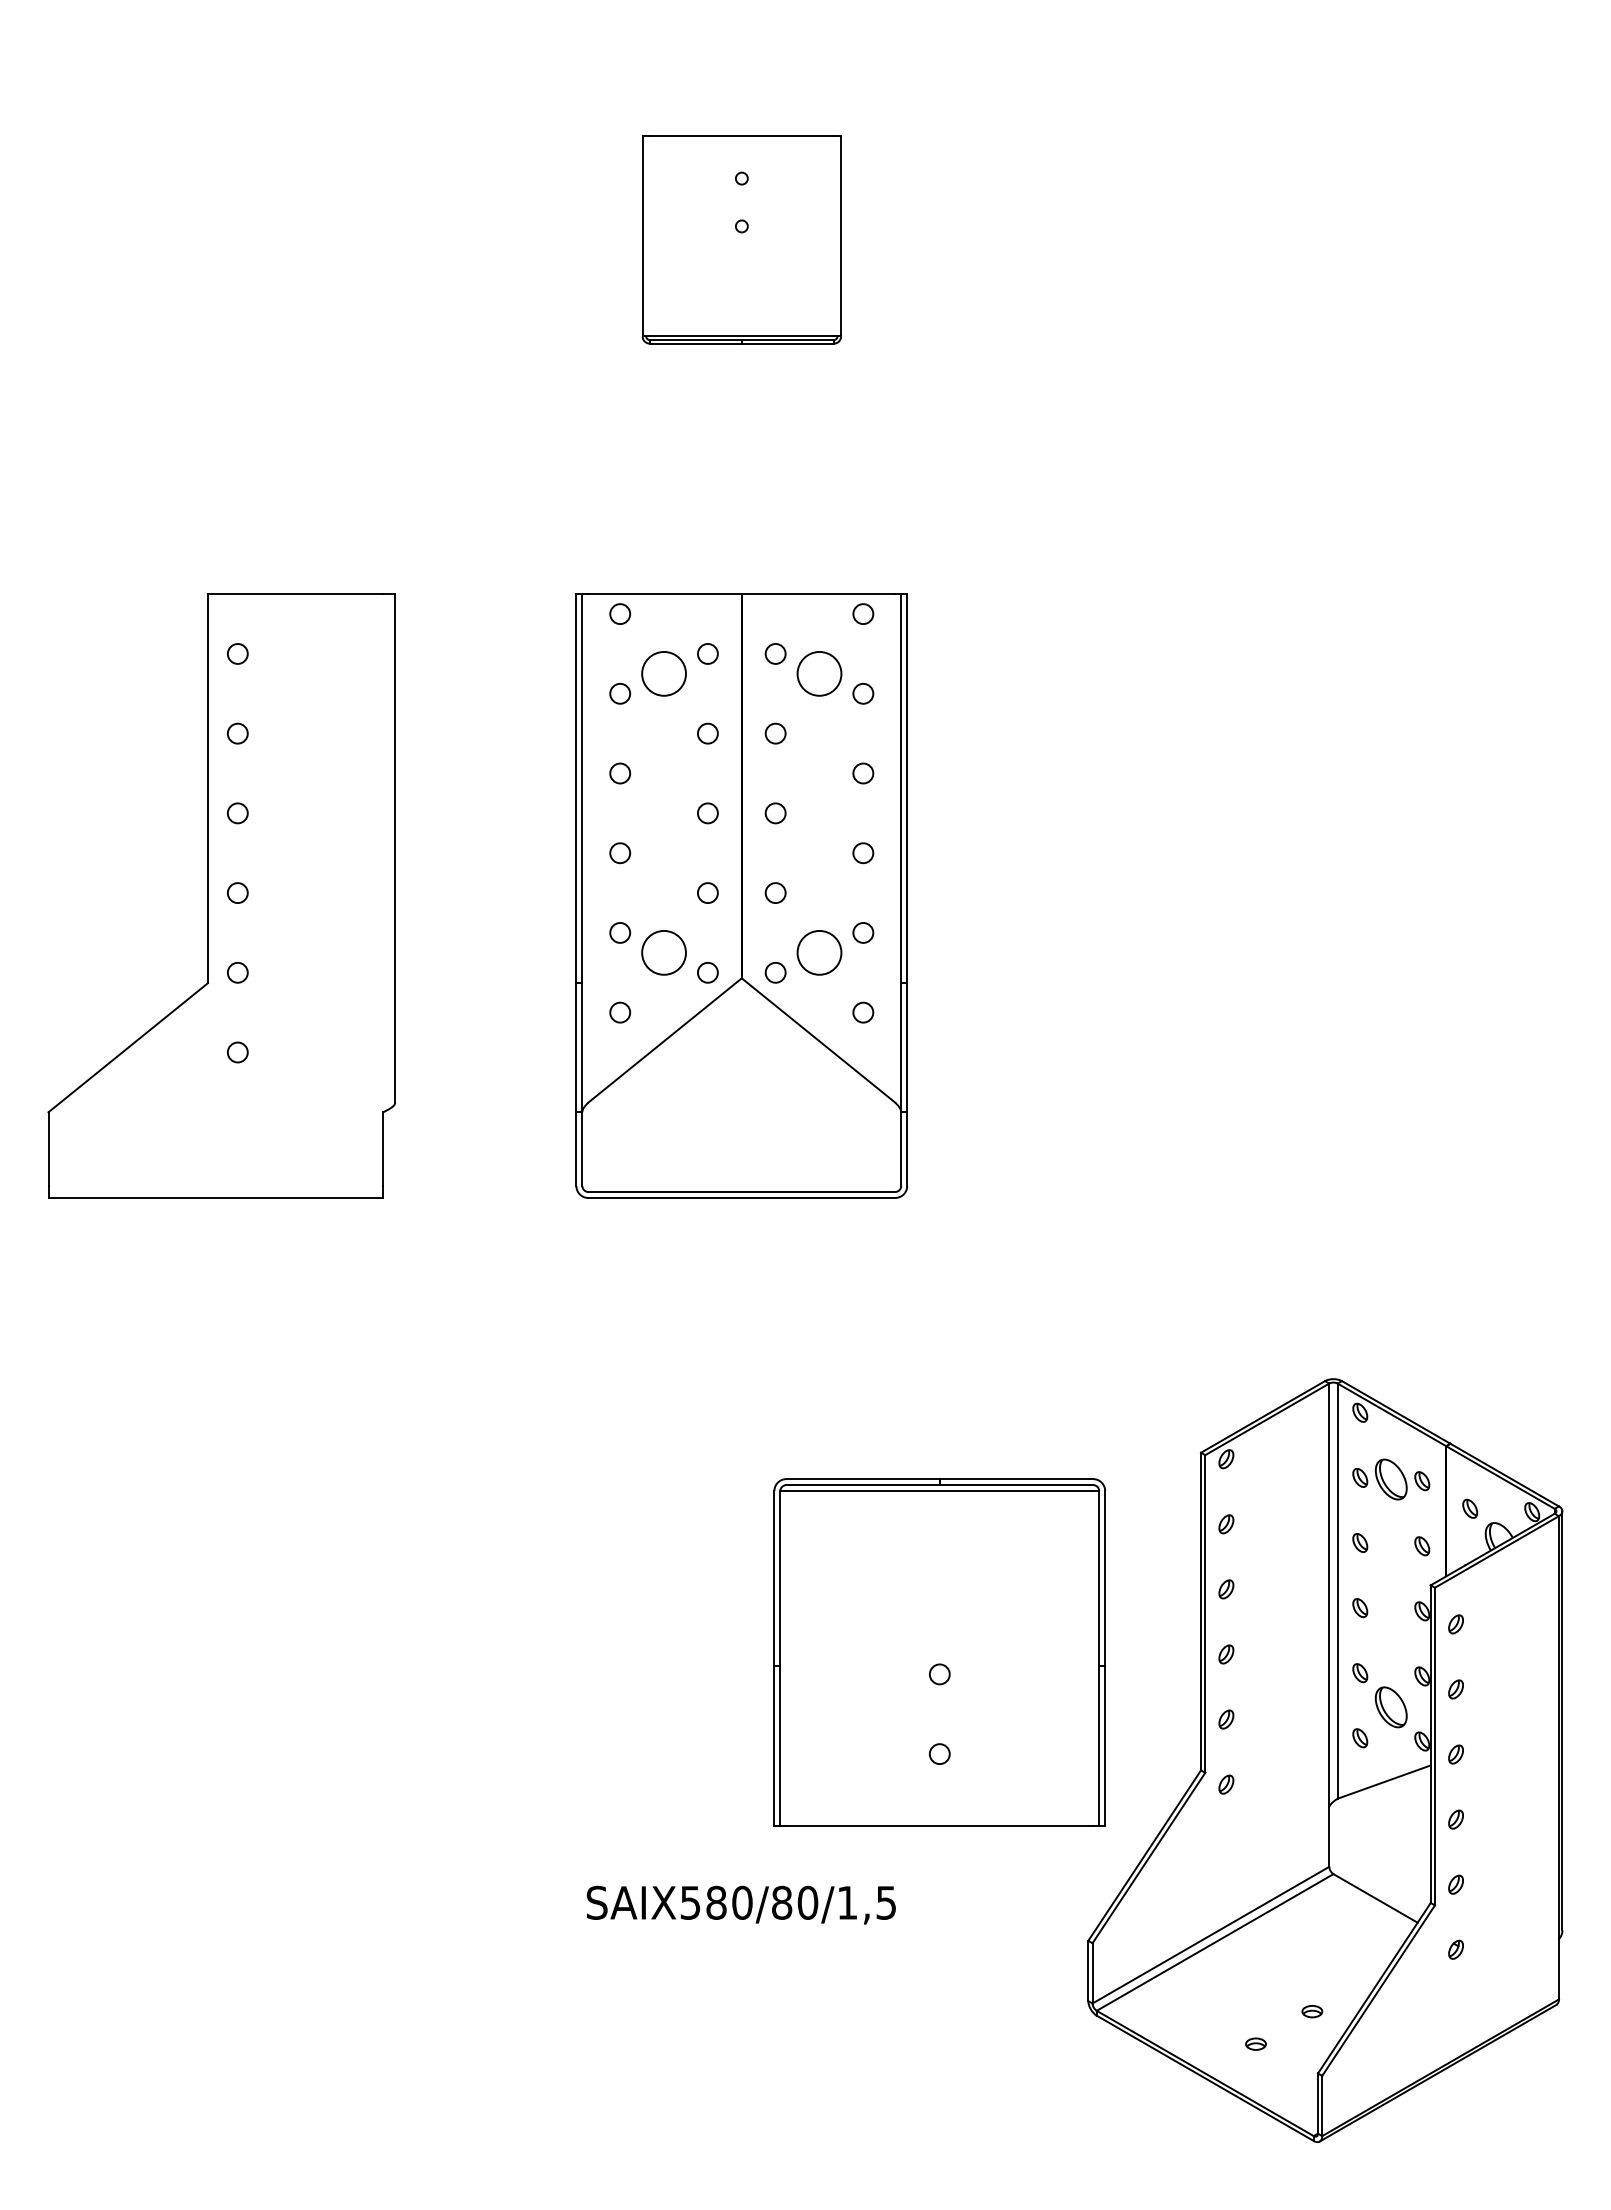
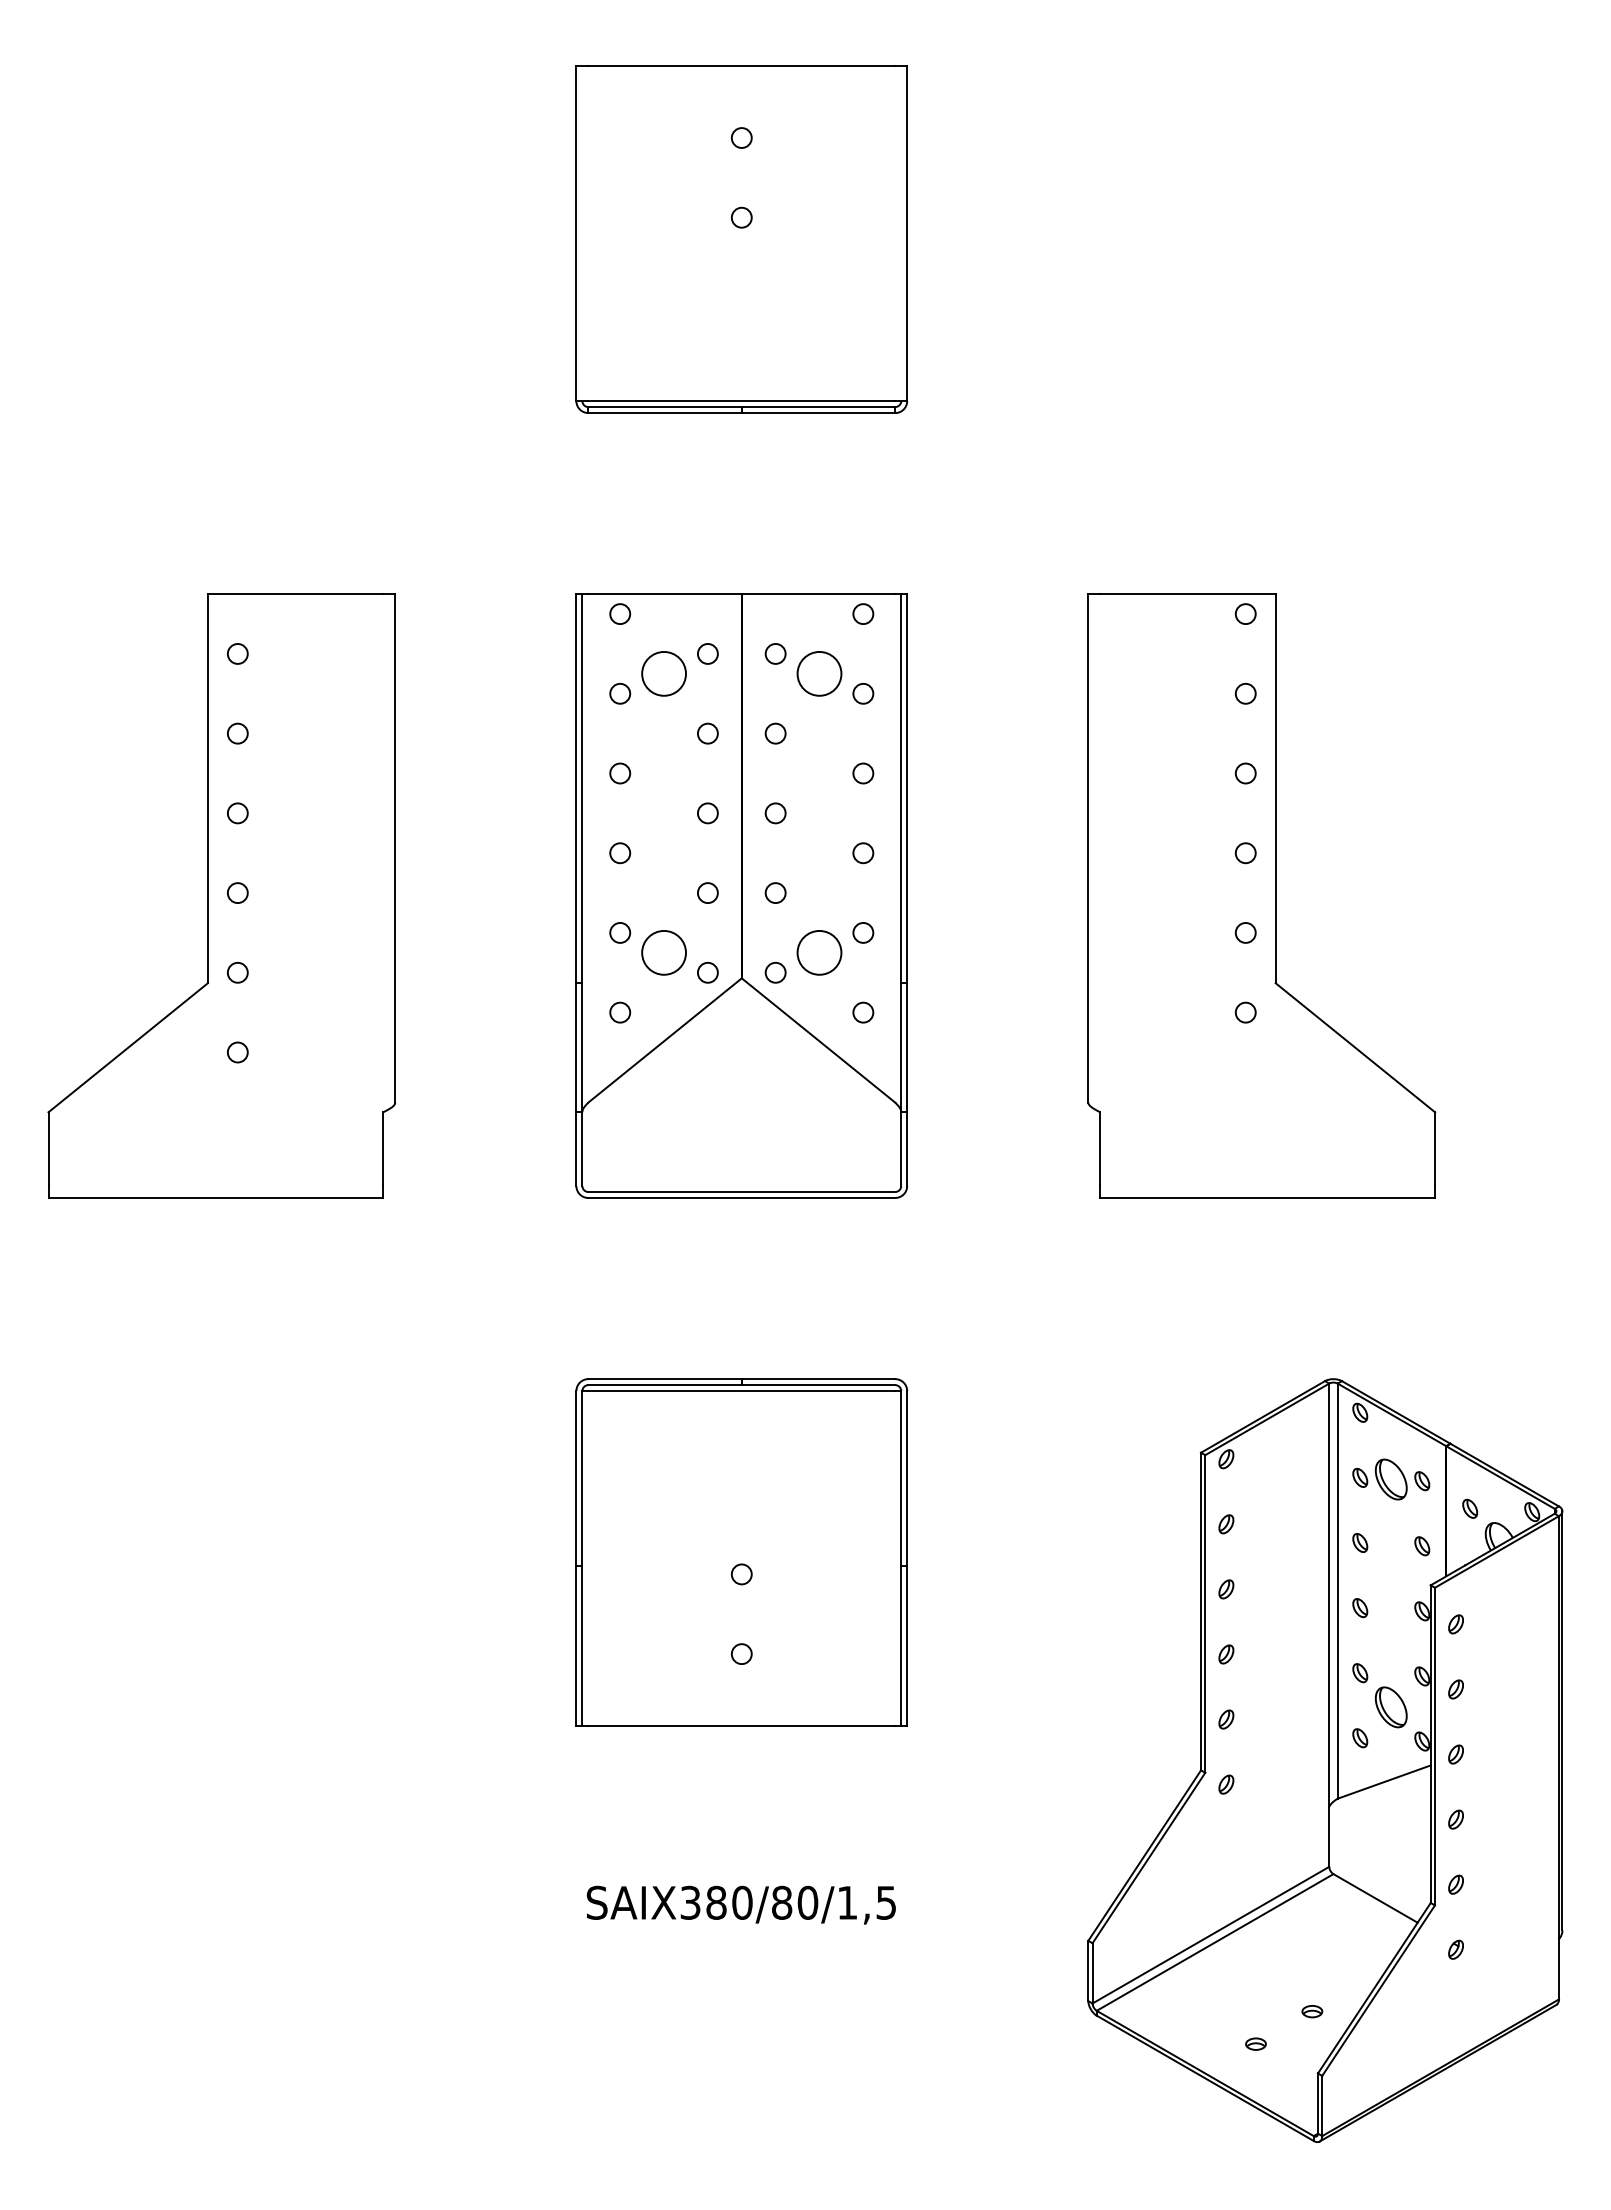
part at (741, 239) size: 201x210 px -> 334x349 px
part at (1261, 895): none -> present
part at (939, 1652) position: (939, 1652) -> (741, 1552)
text at (690, 1902): SAIX580/80/1,5 -> SAIX380/80/1,5
